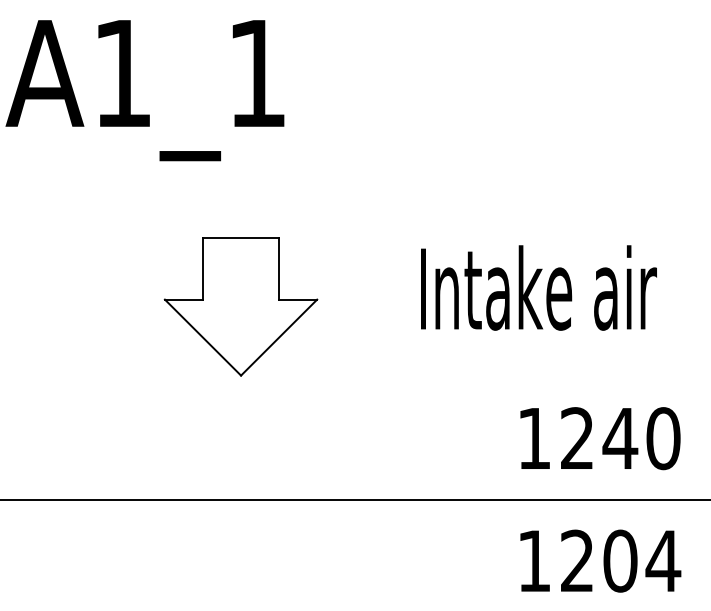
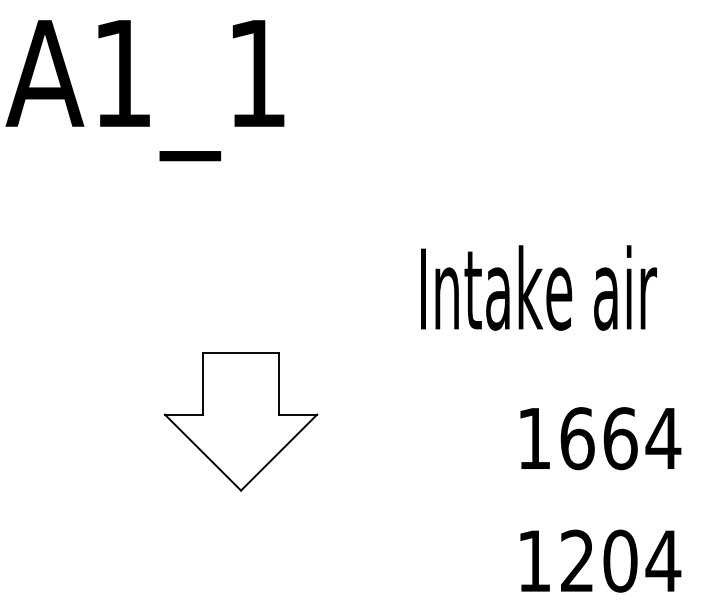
part at (240, 306) position: (240, 306) -> (240, 421)
text at (620, 438): 1240 -> 1664
line at (354, 499): present -> none
